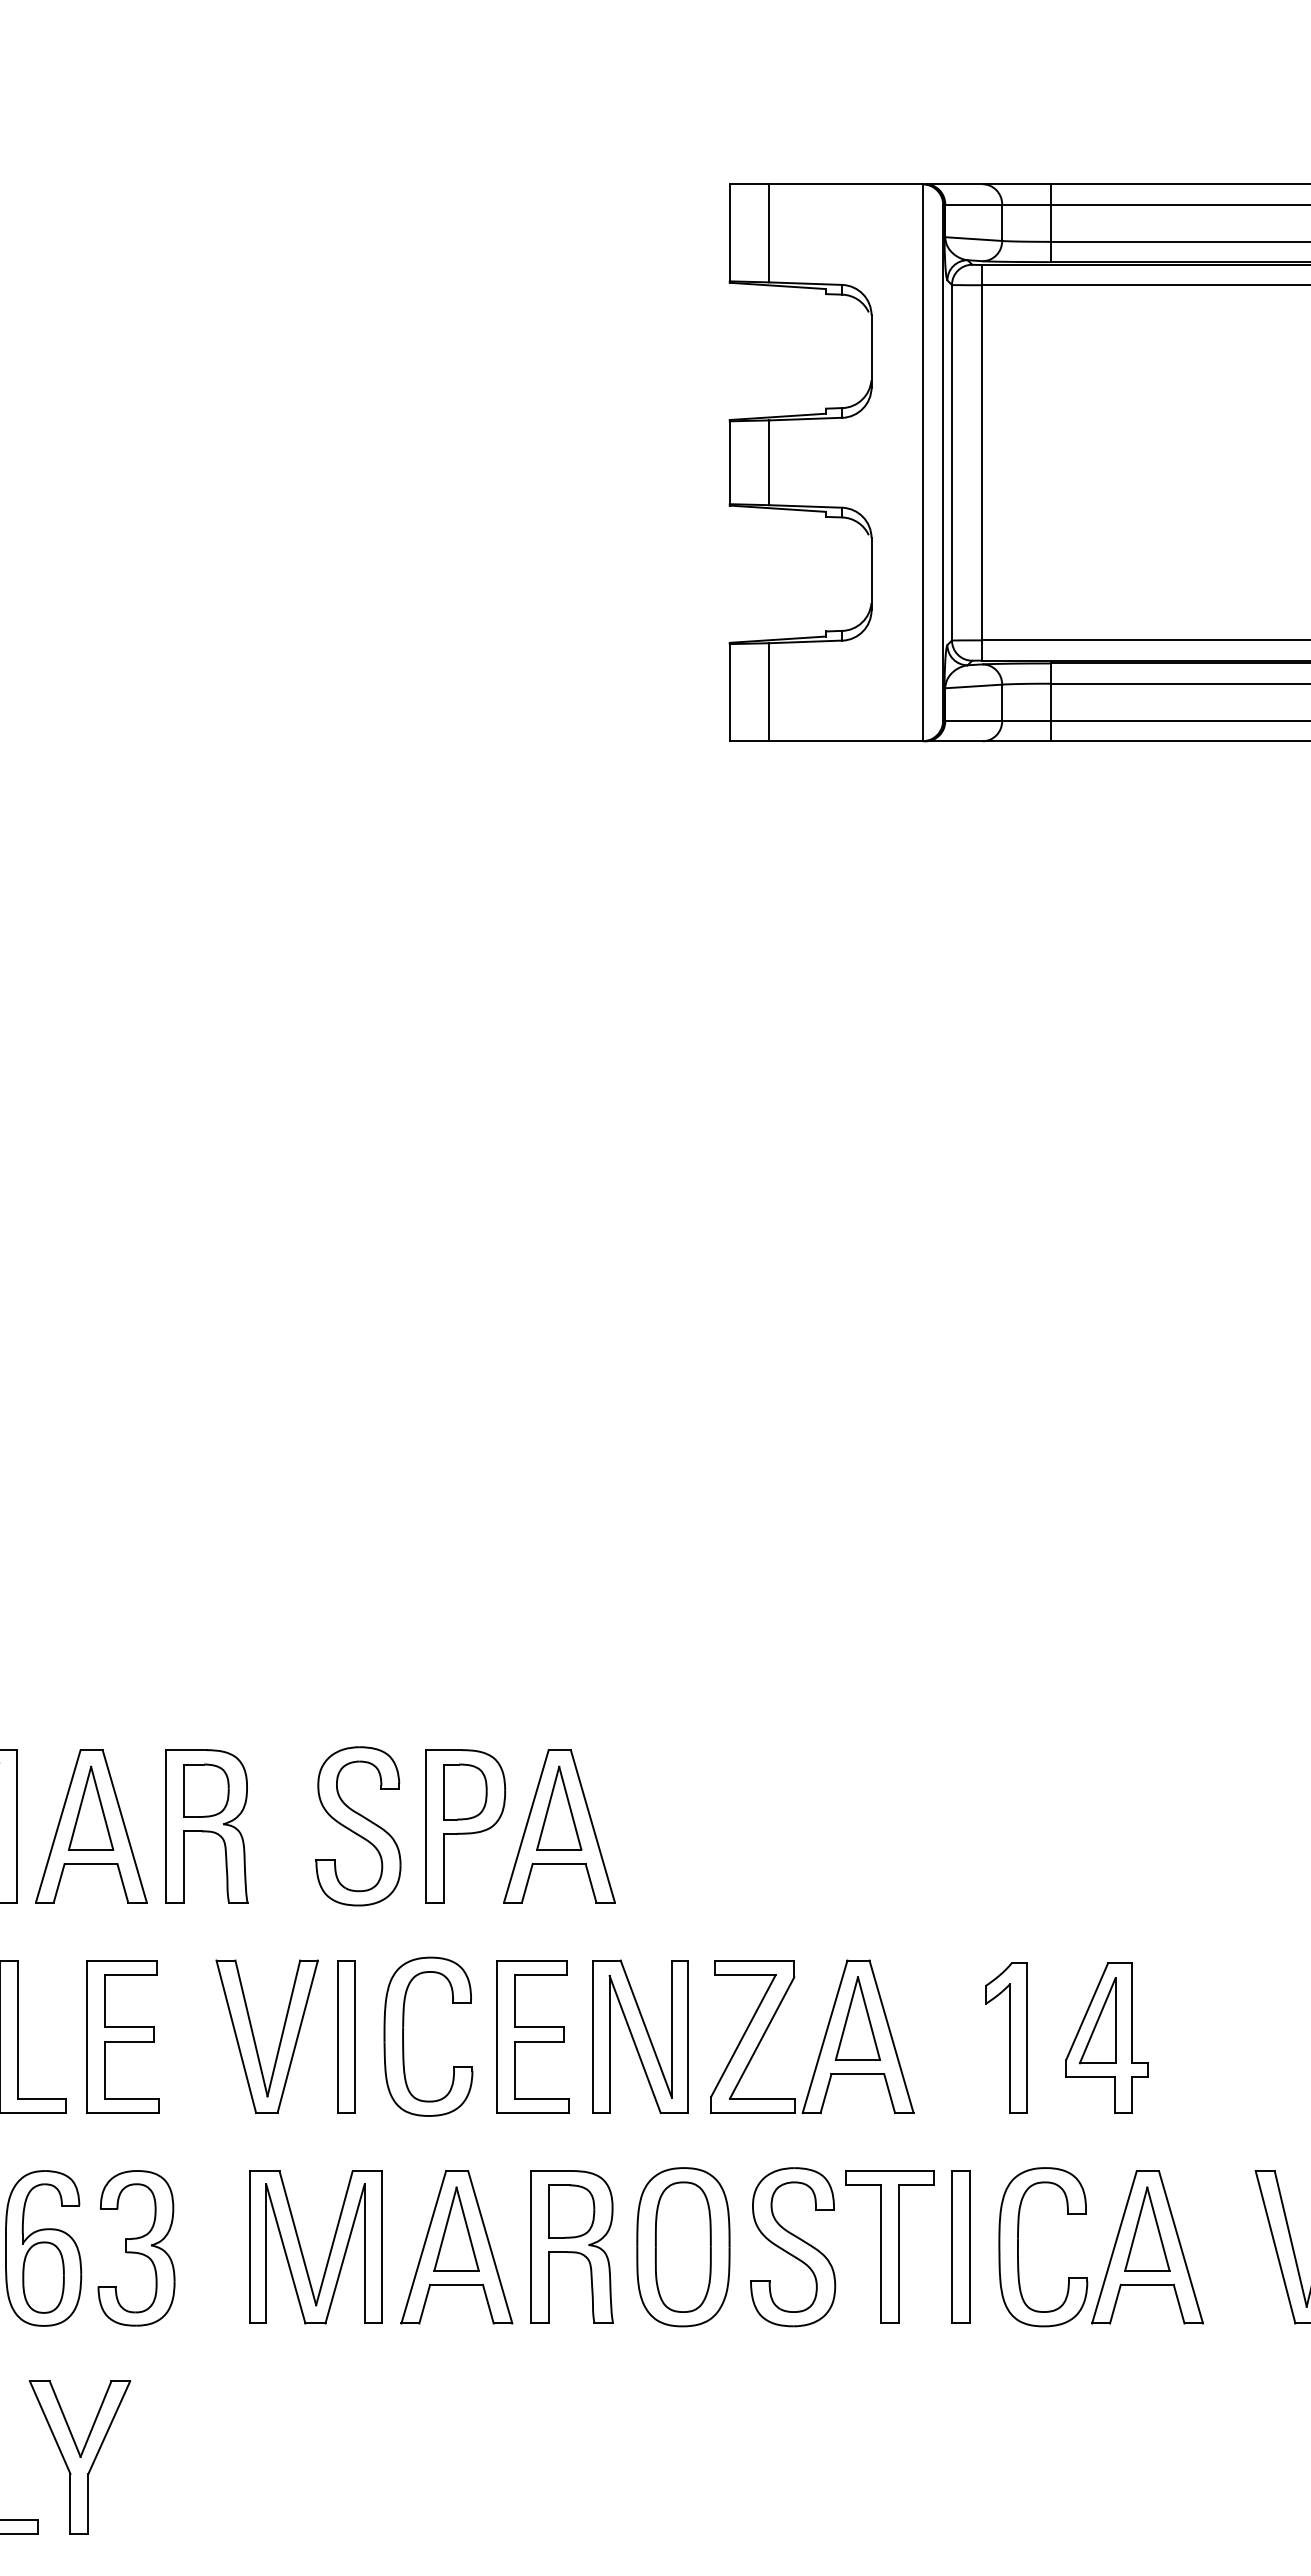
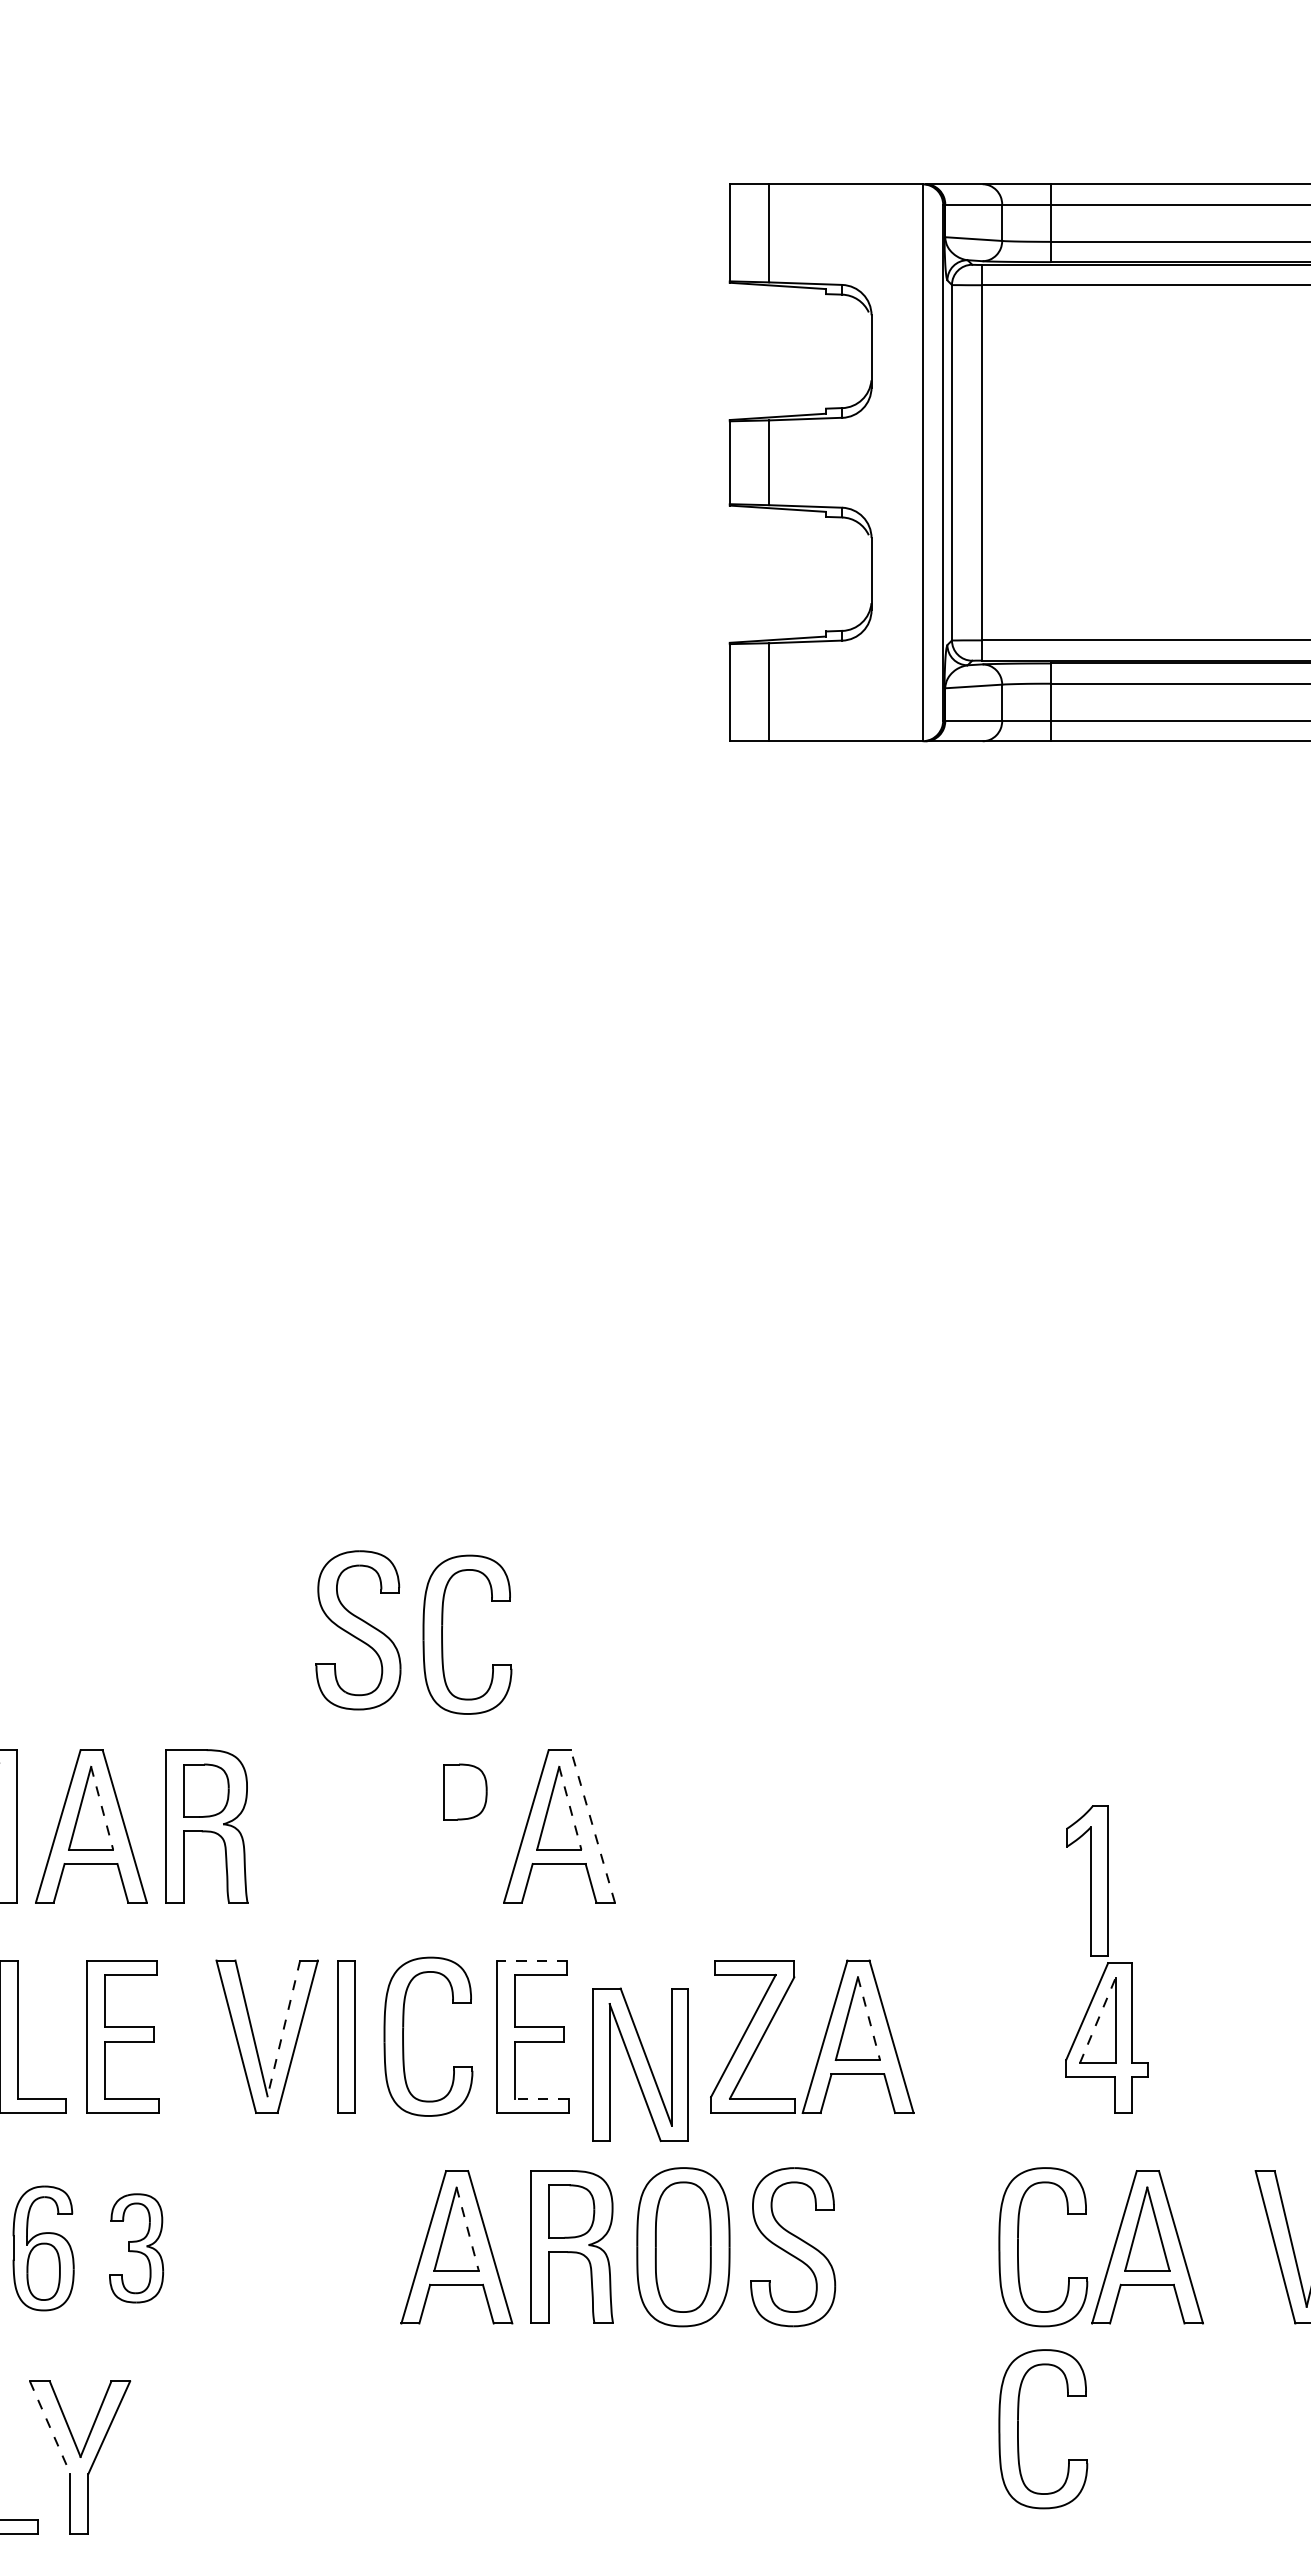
part at (442, 1634): none -> present
line at (102, 1808): solid -> dashed
line at (570, 1808): solid -> dashed
line at (592, 1825): solid -> dashed
part at (358, 1826) position: (358, 1826) -> (358, 1630)
part at (465, 1826): present -> none
line at (531, 1960): solid -> dashed
line at (869, 2018): solid -> dashed
line at (1097, 2020): solid -> dashed
line at (283, 2028): solid -> dashed
part at (640, 2036) position: (640, 2036) -> (640, 2064)
part at (1006, 2037) position: (1006, 2037) -> (1087, 1880)
line at (541, 2098): solid -> dashed
line at (467, 2229): solid -> dashed
part at (889, 2246): present -> none
part at (960, 2246): present -> none
part at (43, 2248) size: 78x157 px -> 63x127 px
part at (136, 2248) size: 79x157 px -> 56x111 px
part at (302, 2250): present -> none
line at (50, 2427): solid -> dashed
part at (1018, 2429): none -> present
